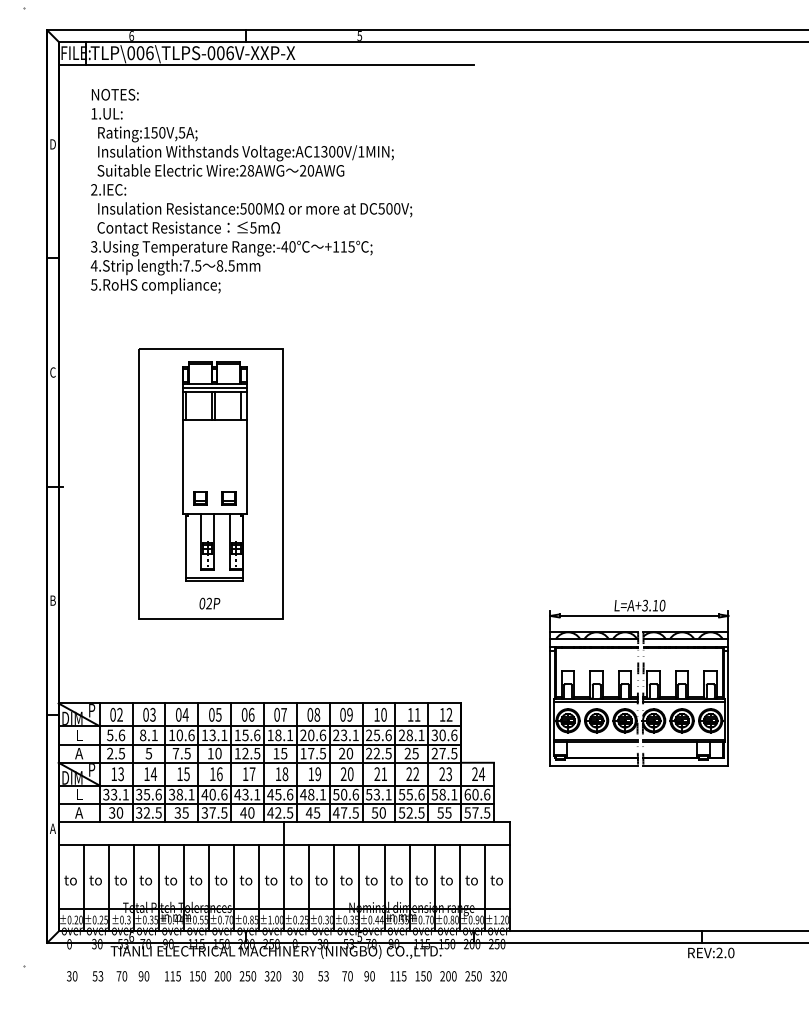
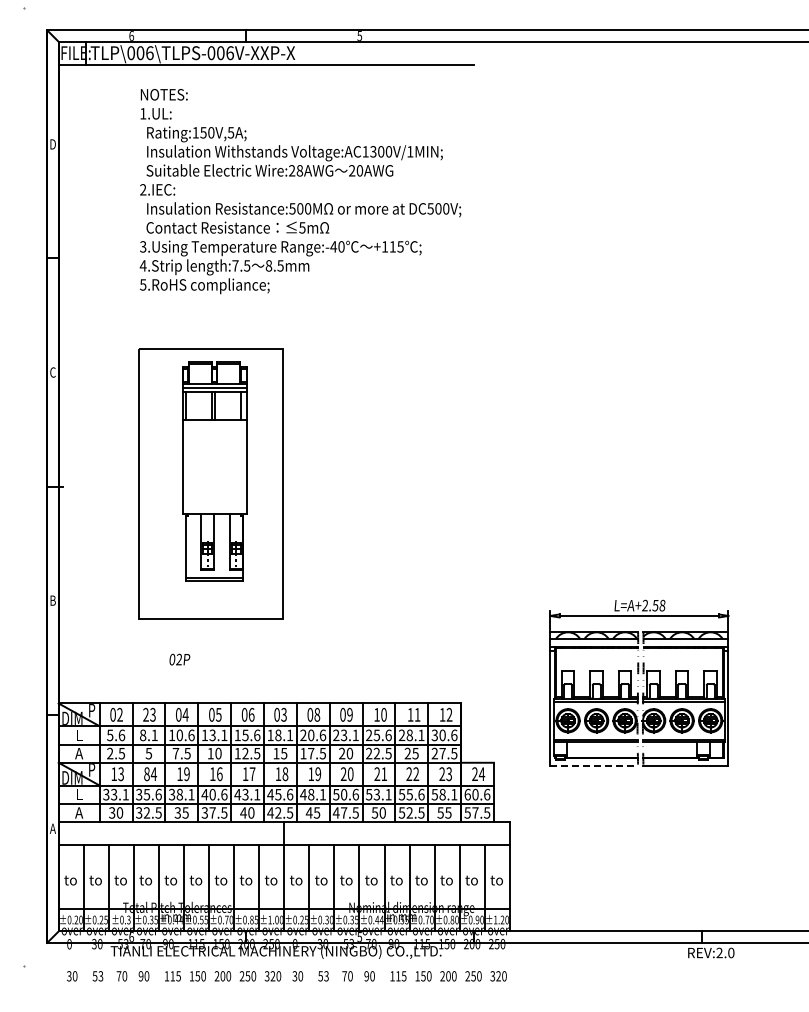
text at (251, 191) position: (251, 191) -> (300, 191)
part at (200, 498): present -> none
part at (228, 498): present -> none
text at (209, 603) position: (209, 603) -> (179, 659)
text at (653, 605): L=A+3.10 -> L=A+2.58
text at (145, 714): 03 -> 23
text at (283, 714): 07 -> 03
line at (594, 766): solid -> dashed
text at (186, 773): 15 -> 19
text at (146, 774): 14 -> 84
